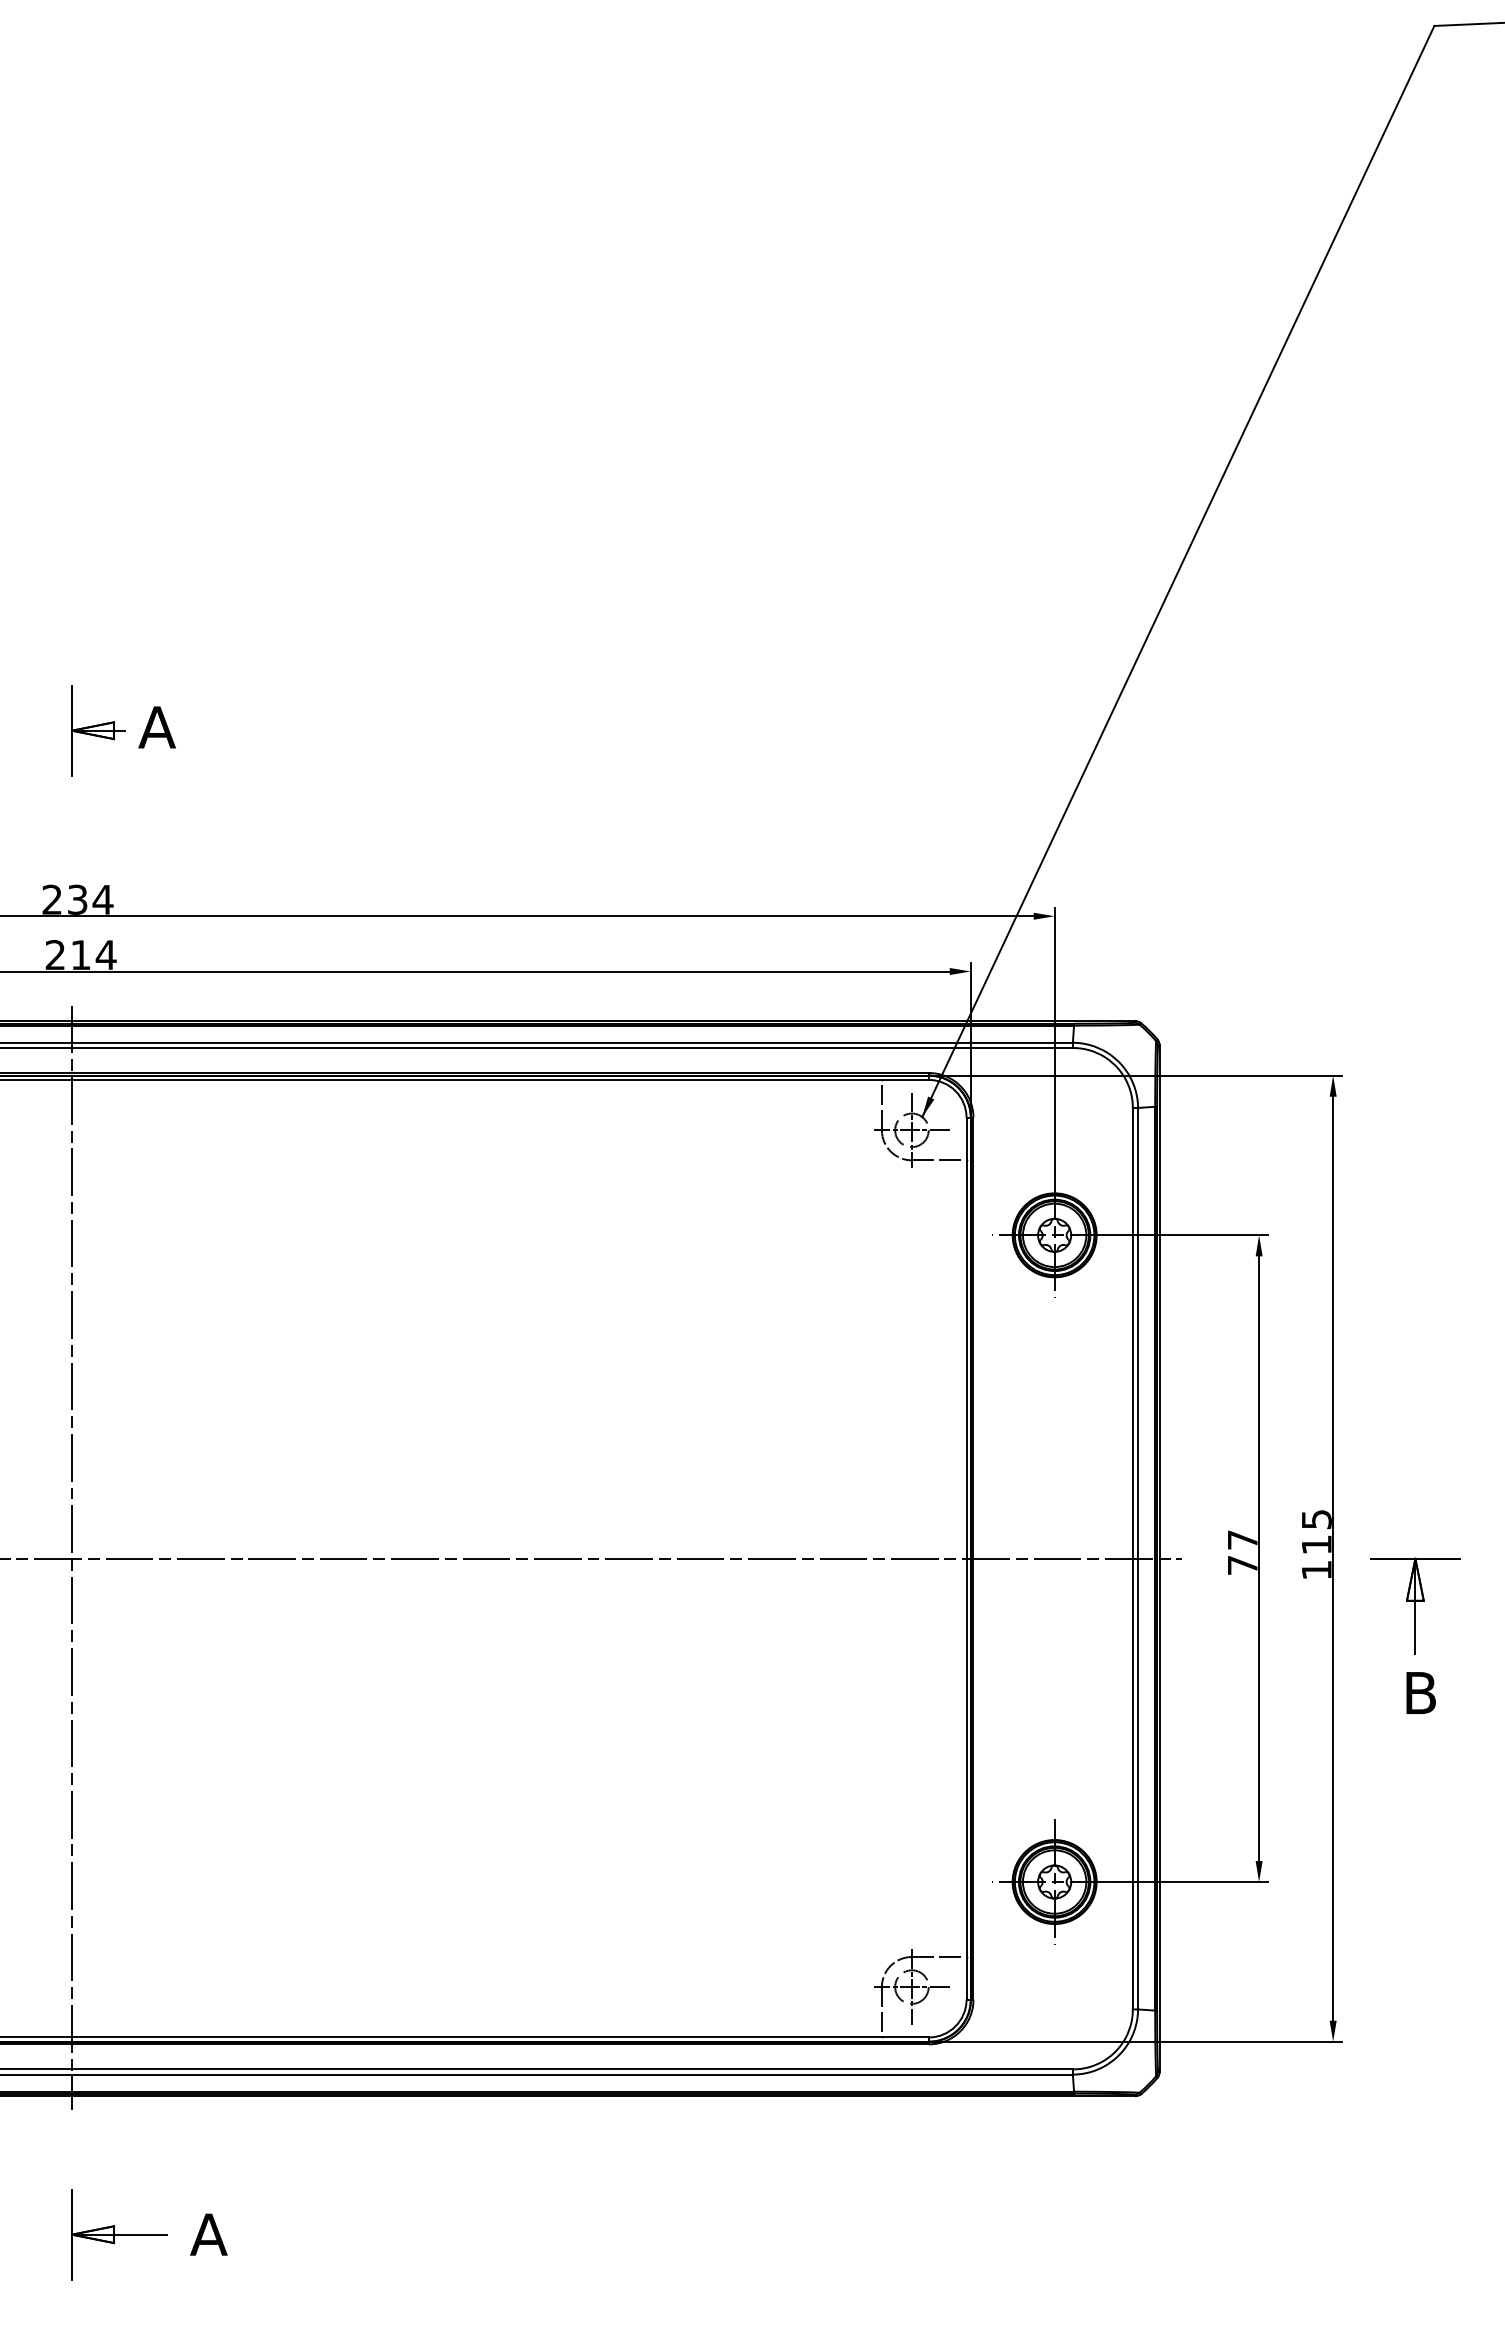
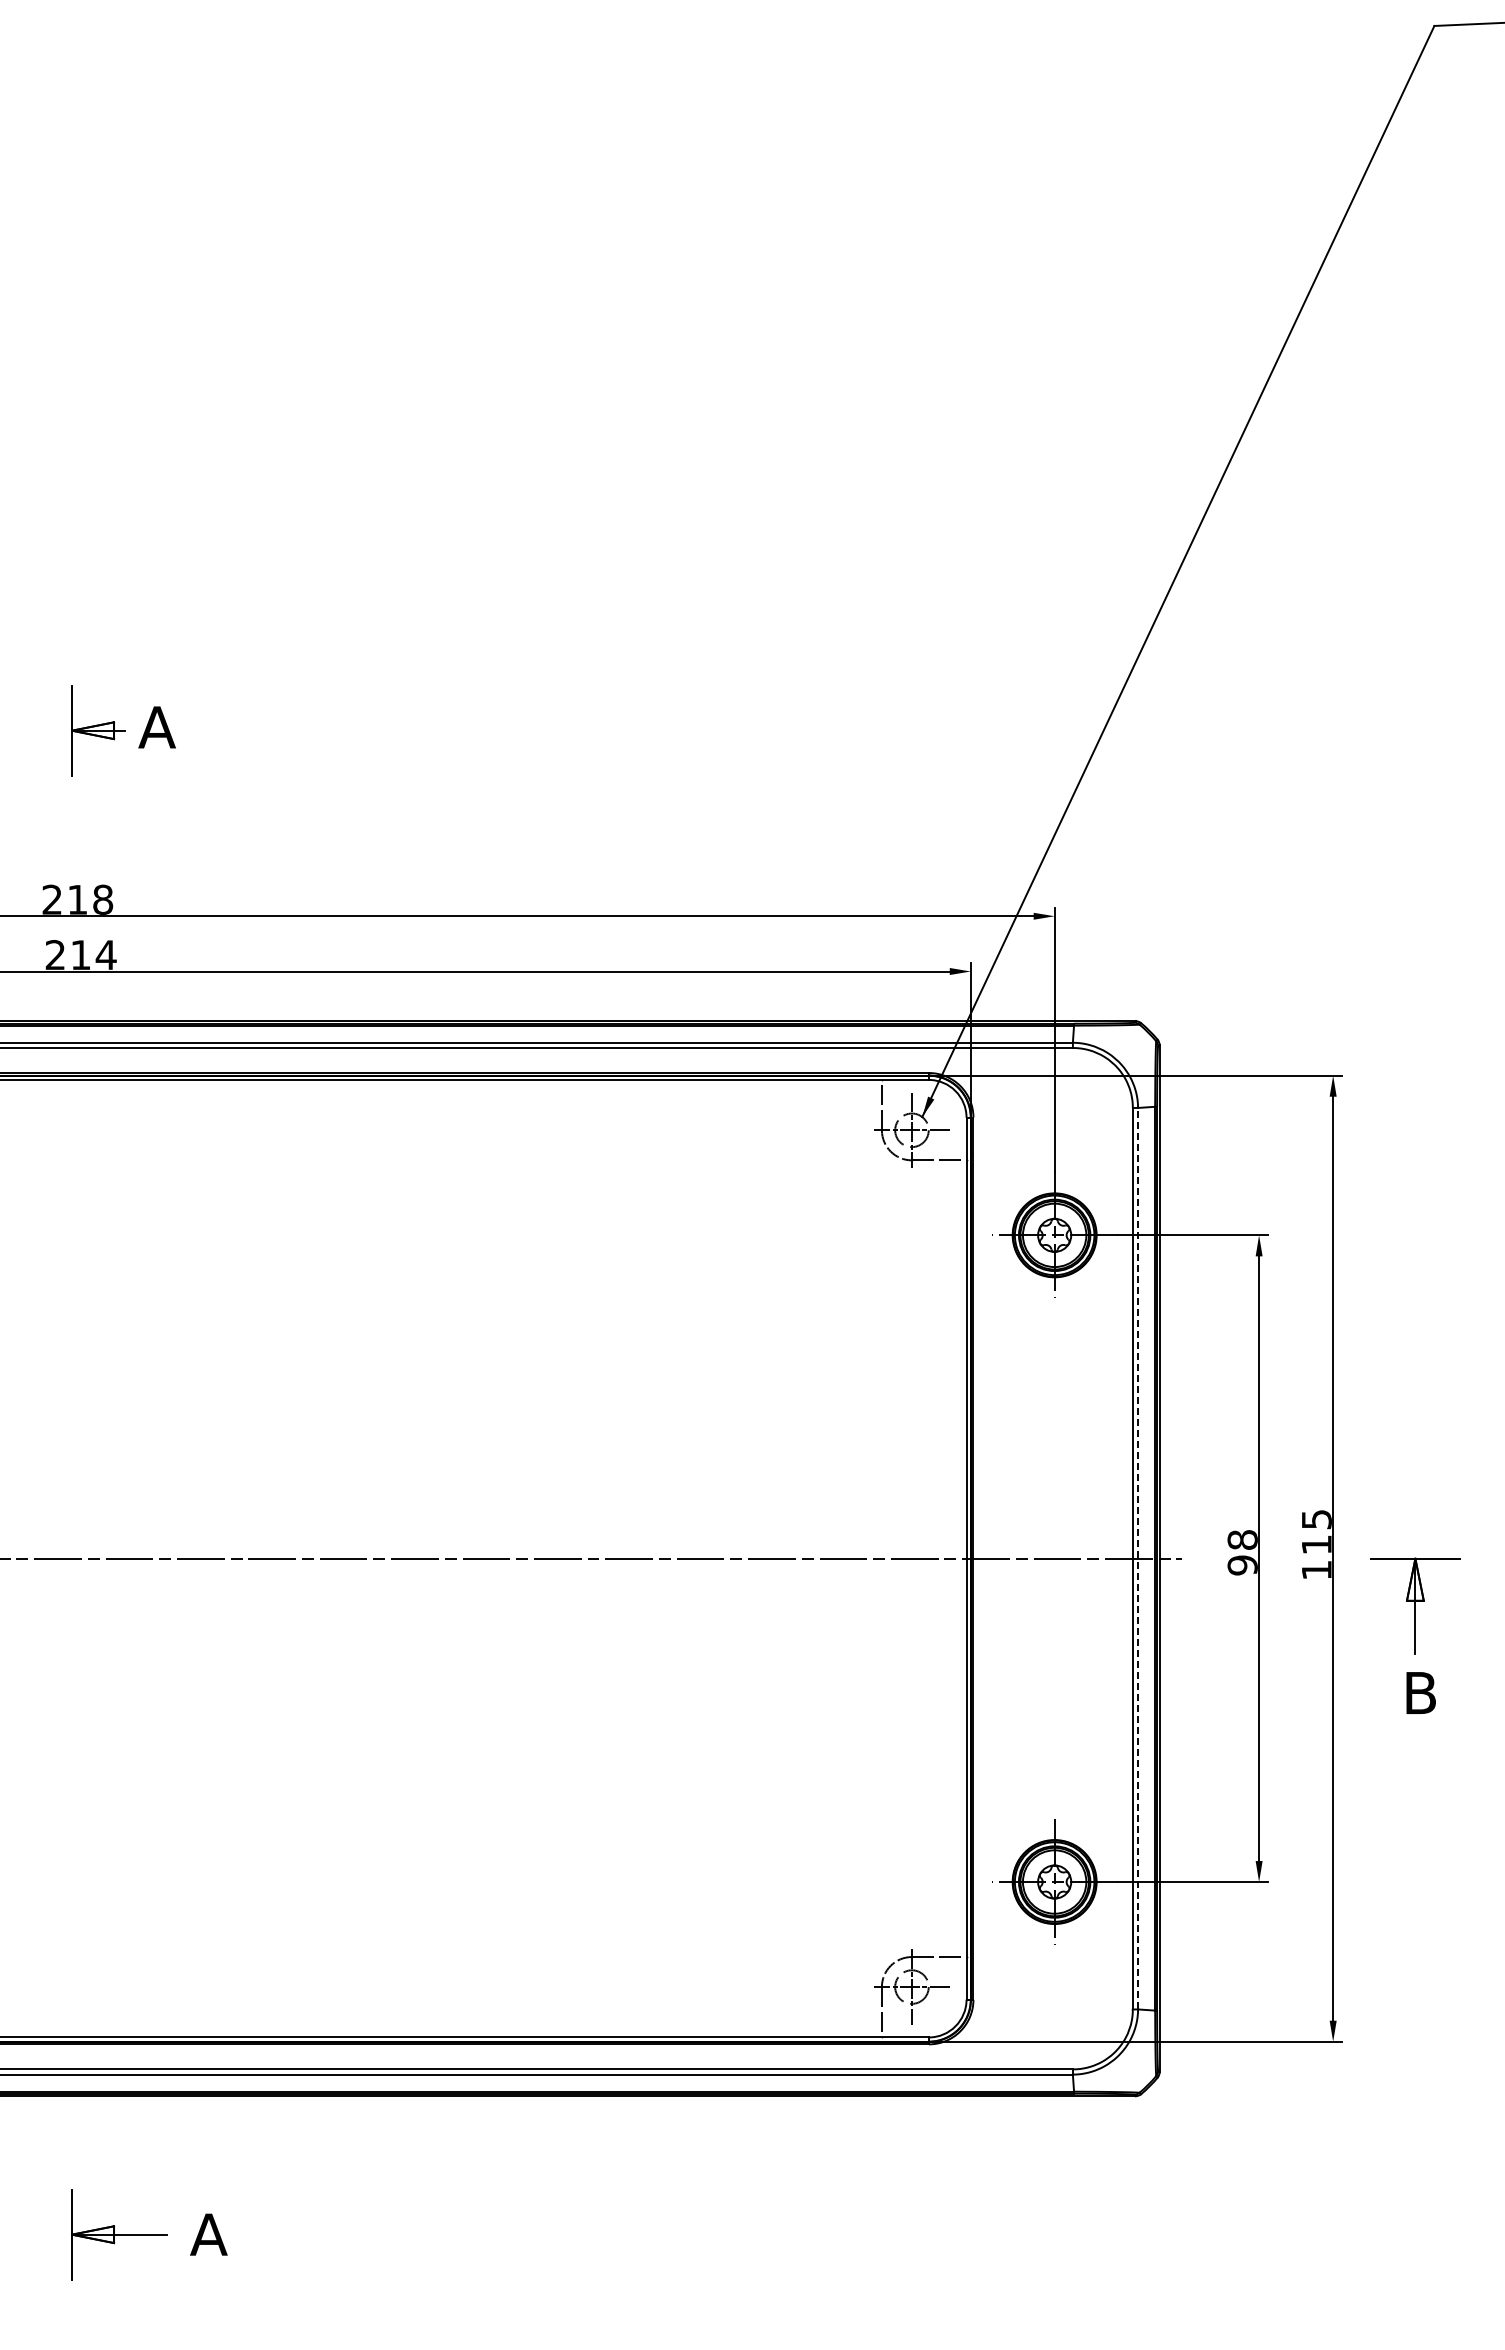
text at (90, 899): 234 -> 218
text at (1242, 1552): 77 -> 98
line at (72, 1557): present -> none
line at (1138, 1558): solid -> dashed
